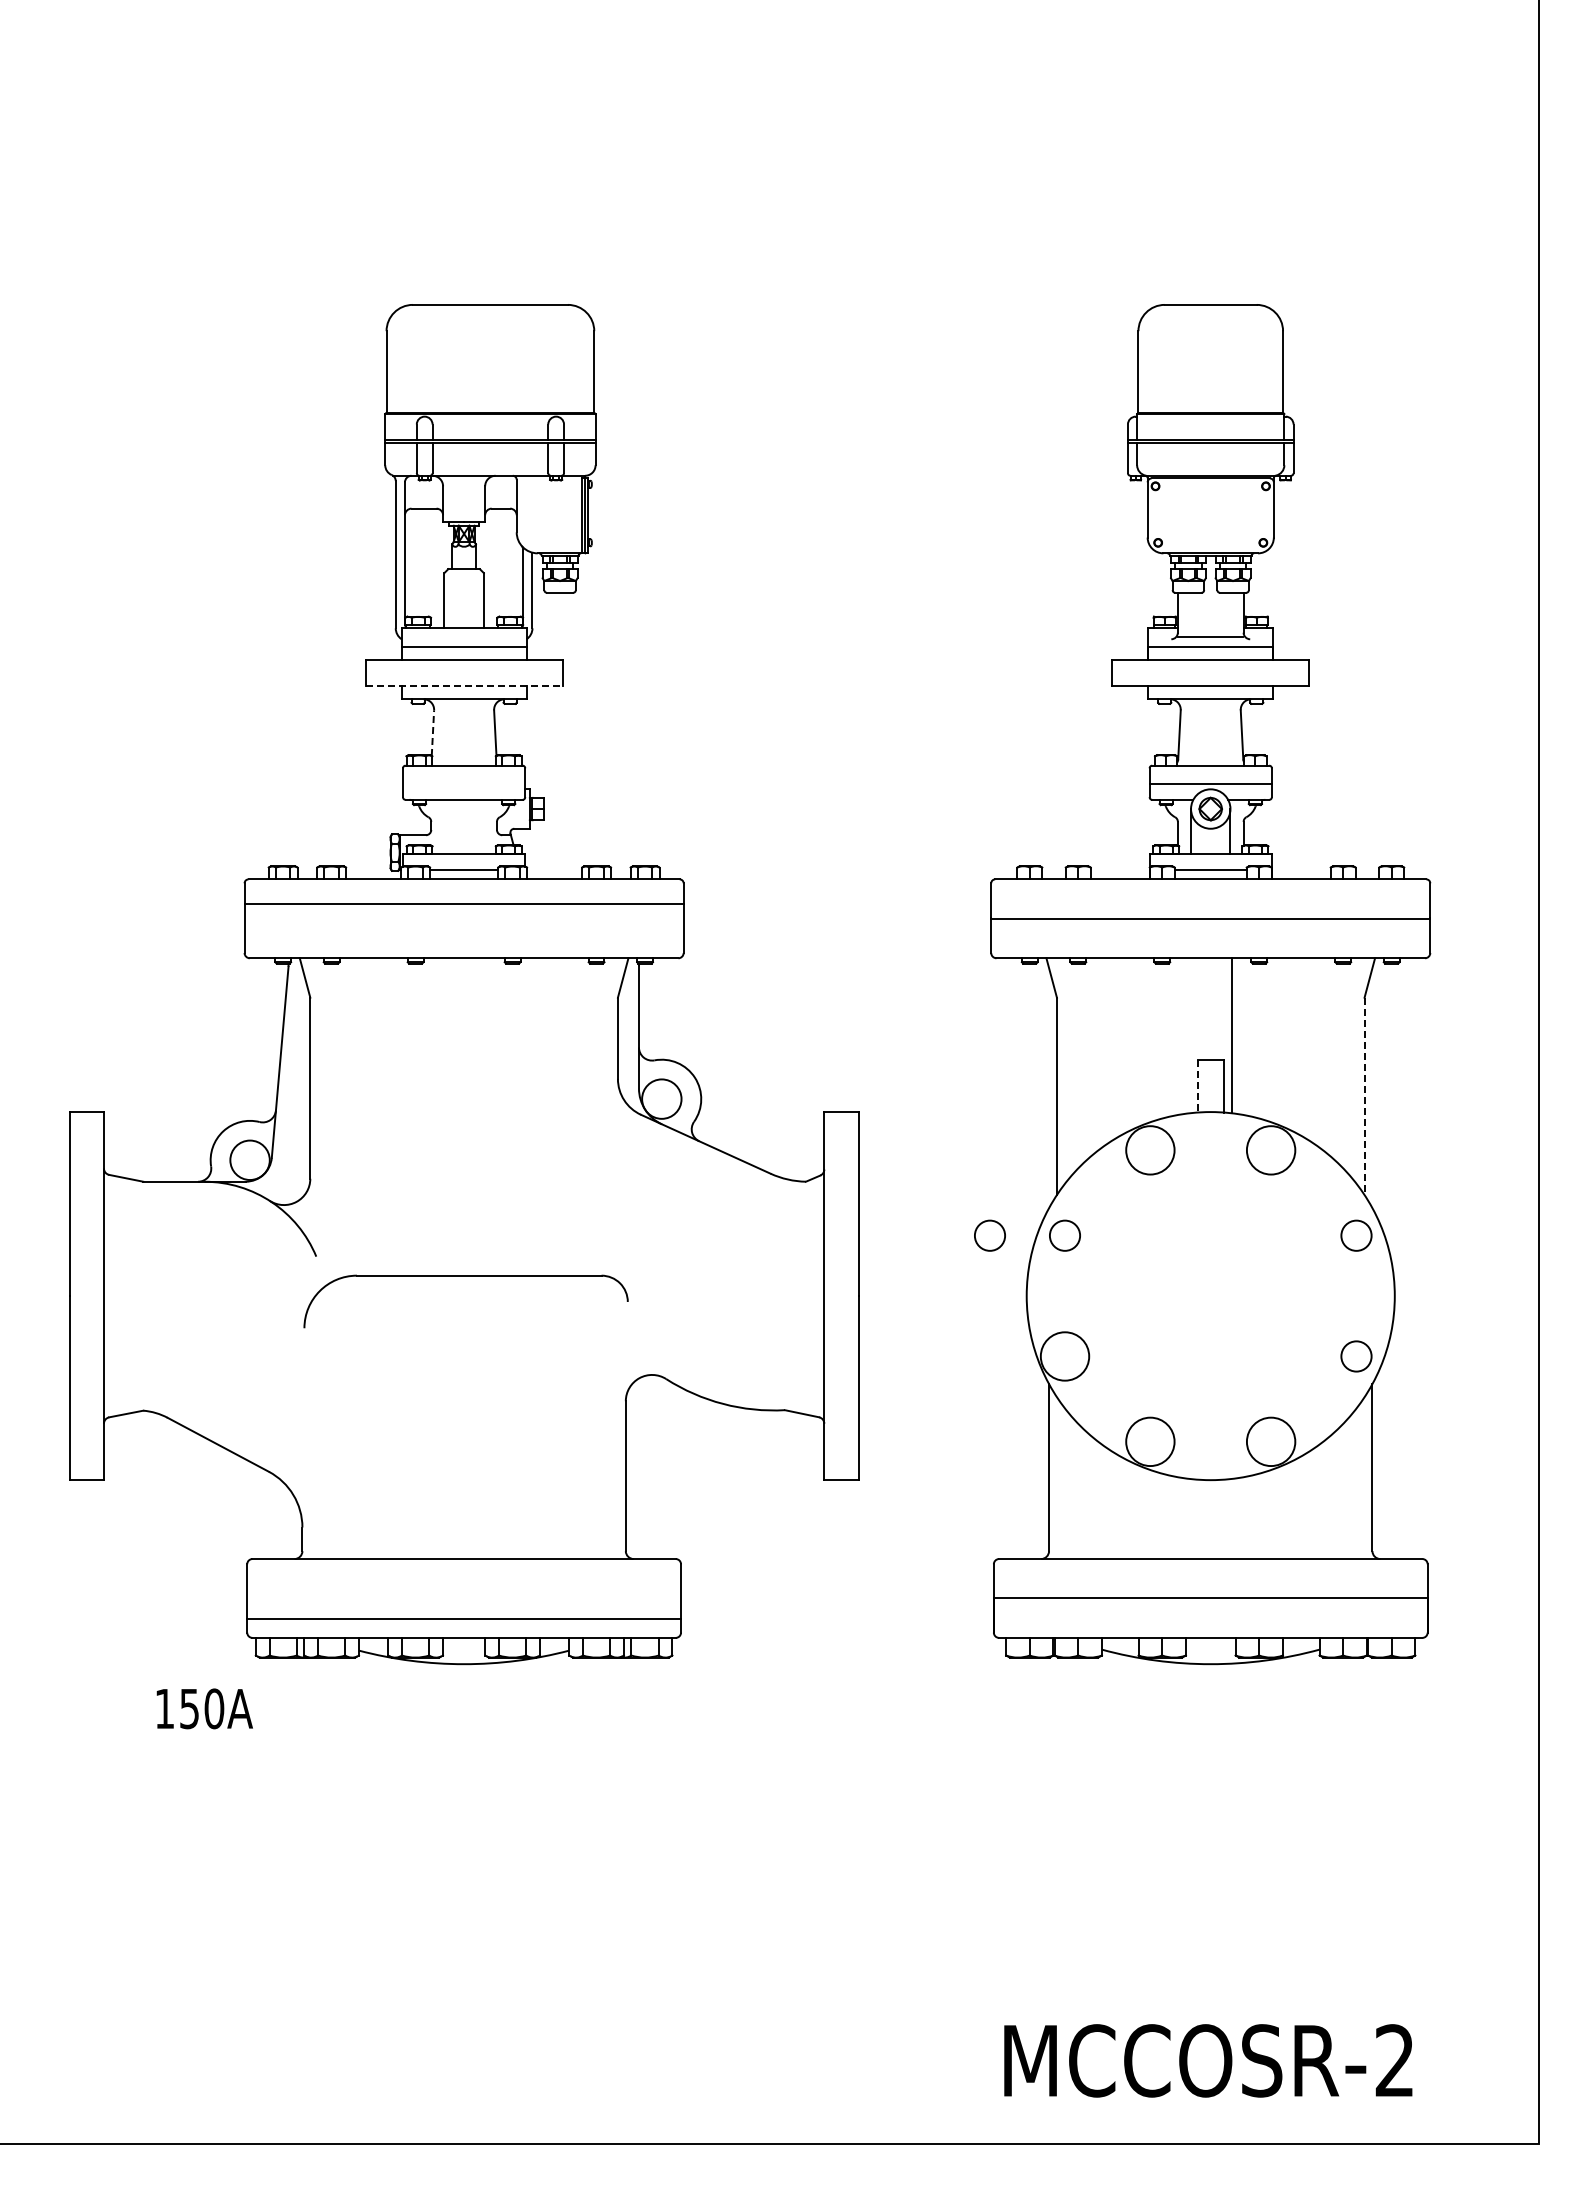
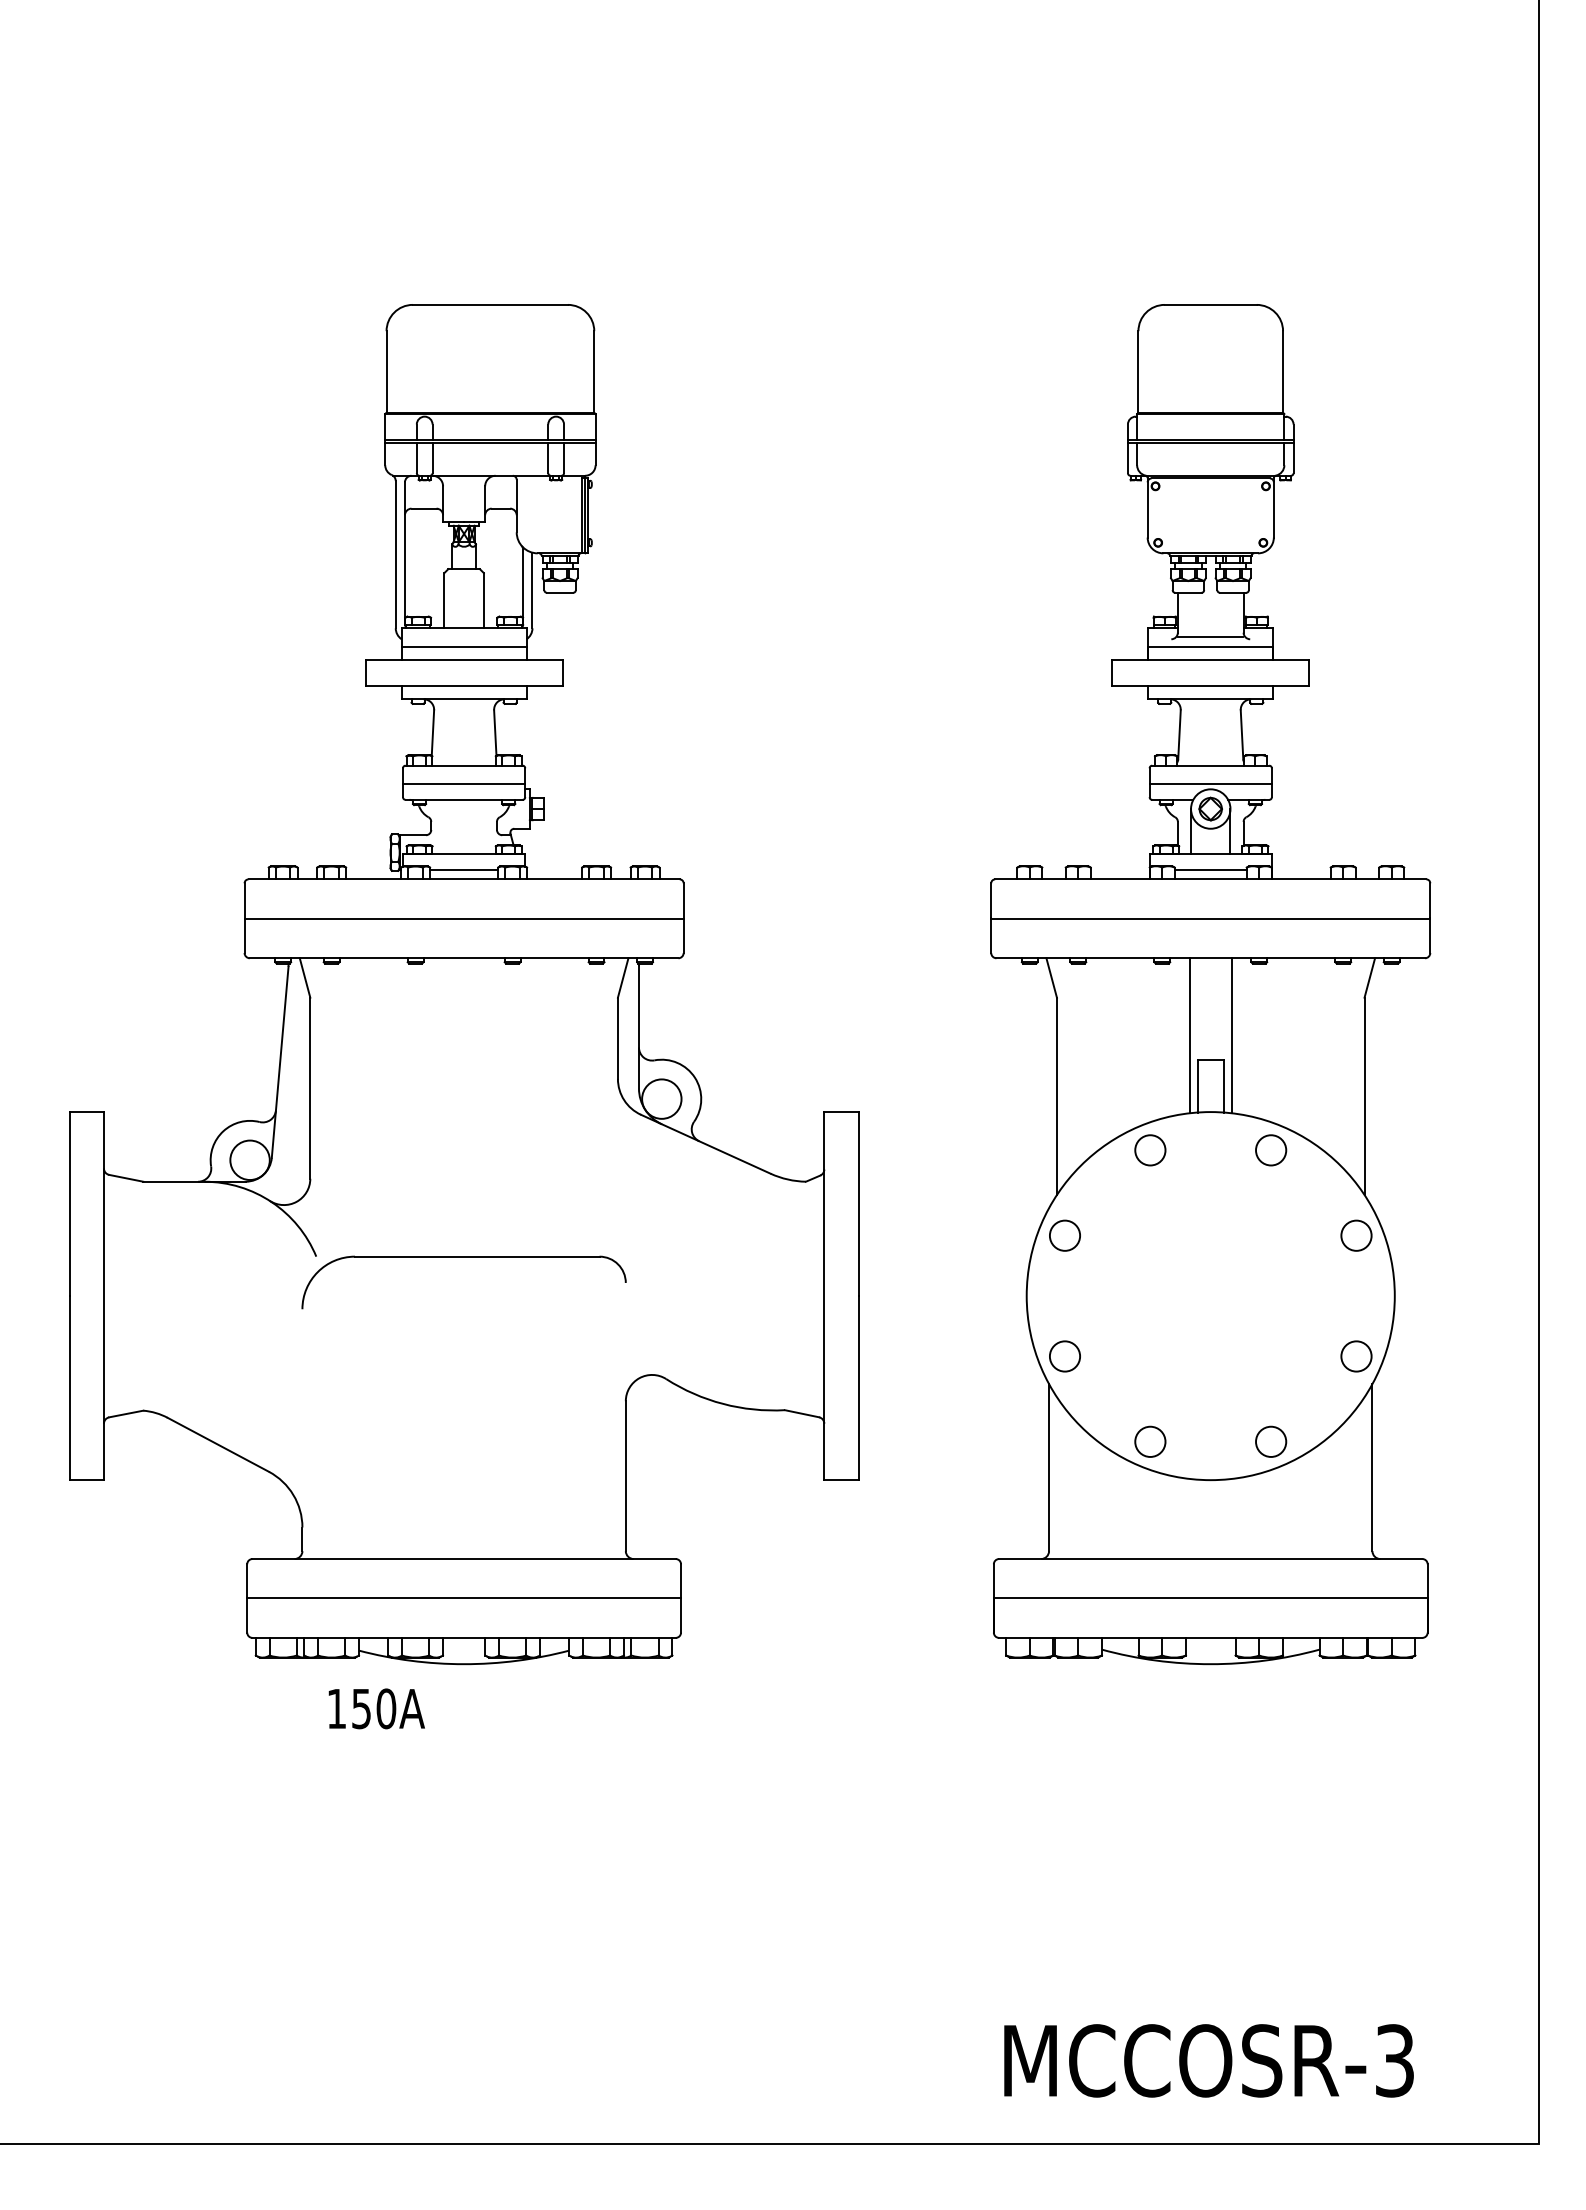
line at (464, 686): dashed -> solid
line at (432, 733): dashed -> solid
line at (464, 784): none -> present
line at (463, 903) position: (463, 903) -> (463, 918)
line at (1189, 1035): none -> present
line at (1197, 1086): dashed -> solid
line at (1364, 1096): dashed -> solid
circle at (1150, 1150) diameter: 48 px -> 30 px
circle at (1270, 1150) diameter: 48 px -> 30 px
circle at (989, 1235): present -> none
part at (465, 1276) position: (465, 1276) -> (463, 1257)
circle at (1064, 1356) diameter: 48 px -> 30 px
circle at (1150, 1441) diameter: 48 px -> 30 px
circle at (1270, 1441) diameter: 48 px -> 30 px
line at (464, 1619) position: (464, 1619) -> (464, 1598)
text at (204, 1708) position: (204, 1708) -> (376, 1708)
text at (1394, 2060): MCCOSR-2 -> MCCOSR-3
